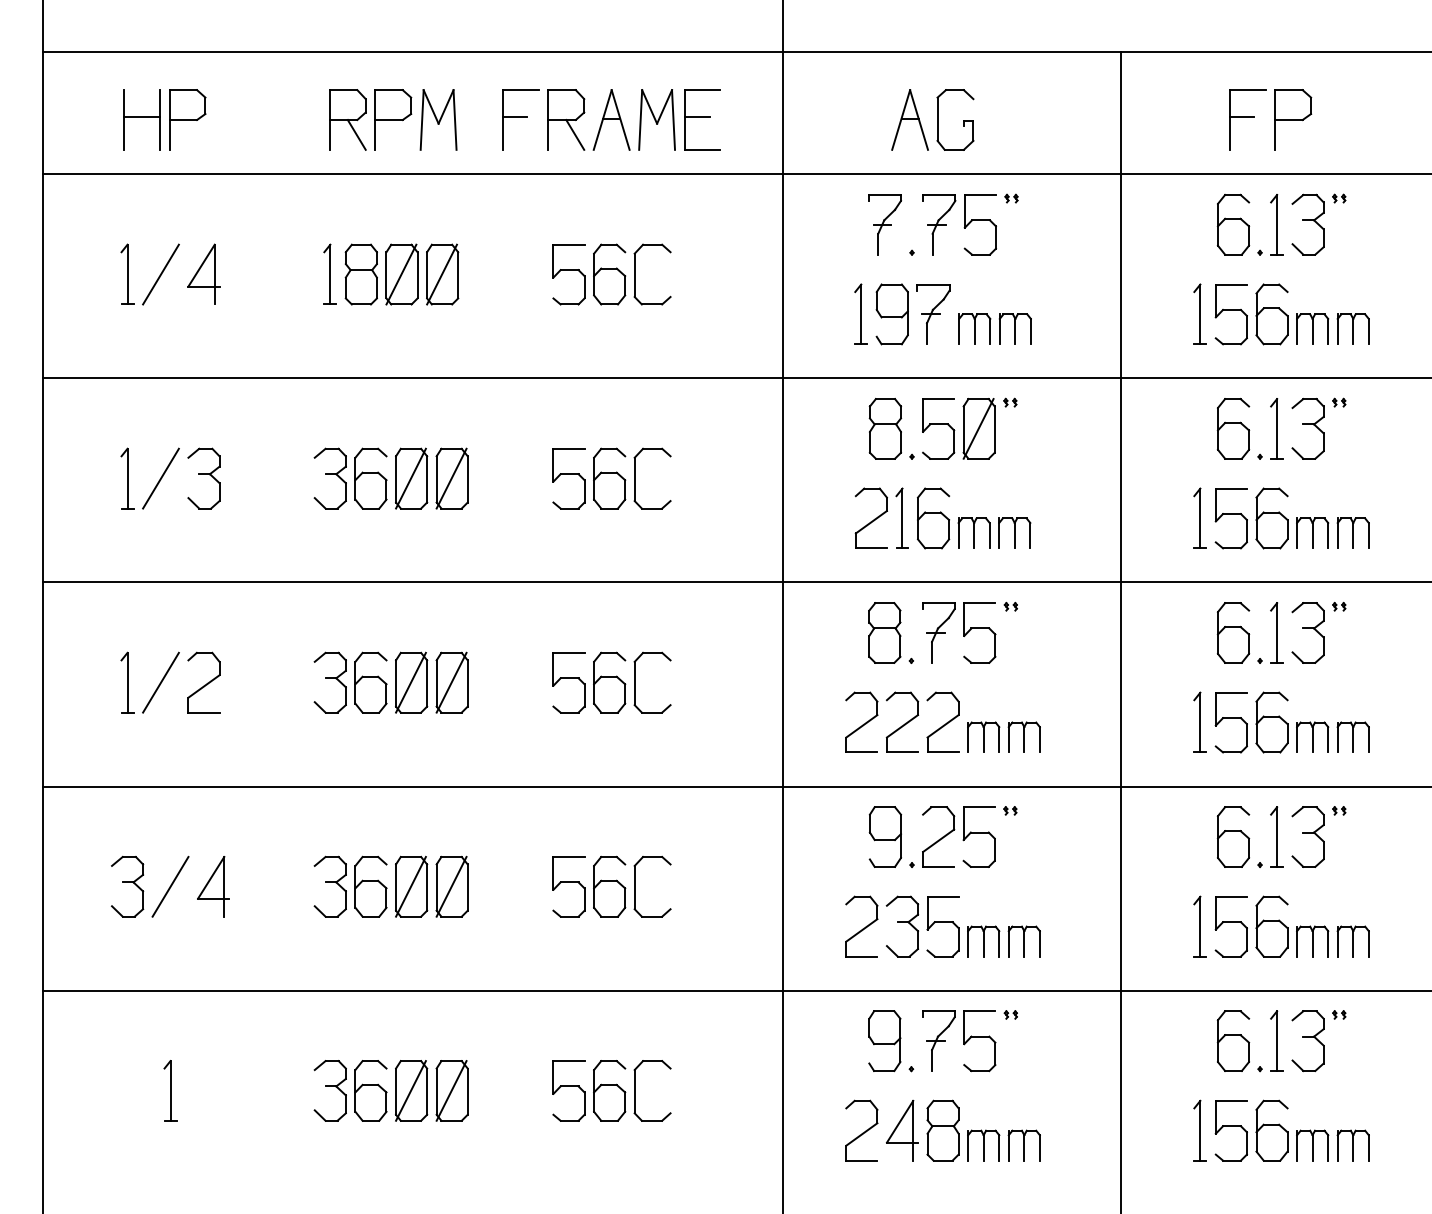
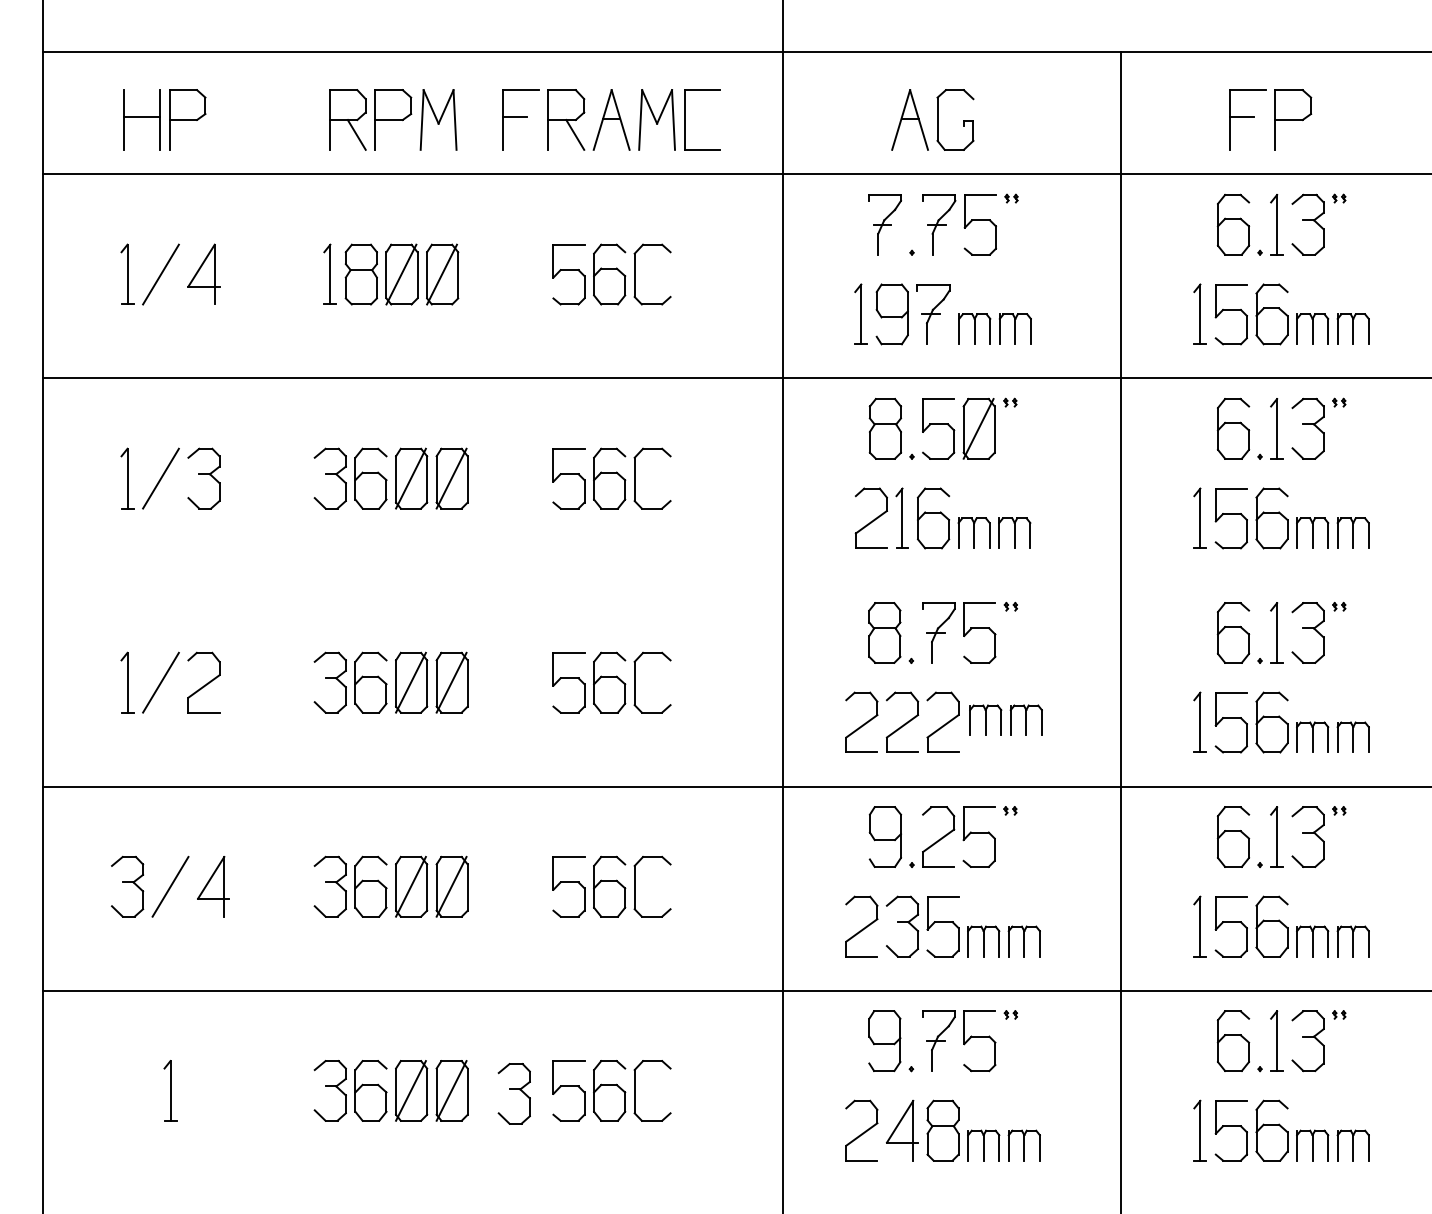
line at (696, 117): present -> none
line at (735, 582): present -> none
part at (1003, 736) position: (1003, 736) -> (1005, 719)
part at (513, 1093): none -> present
